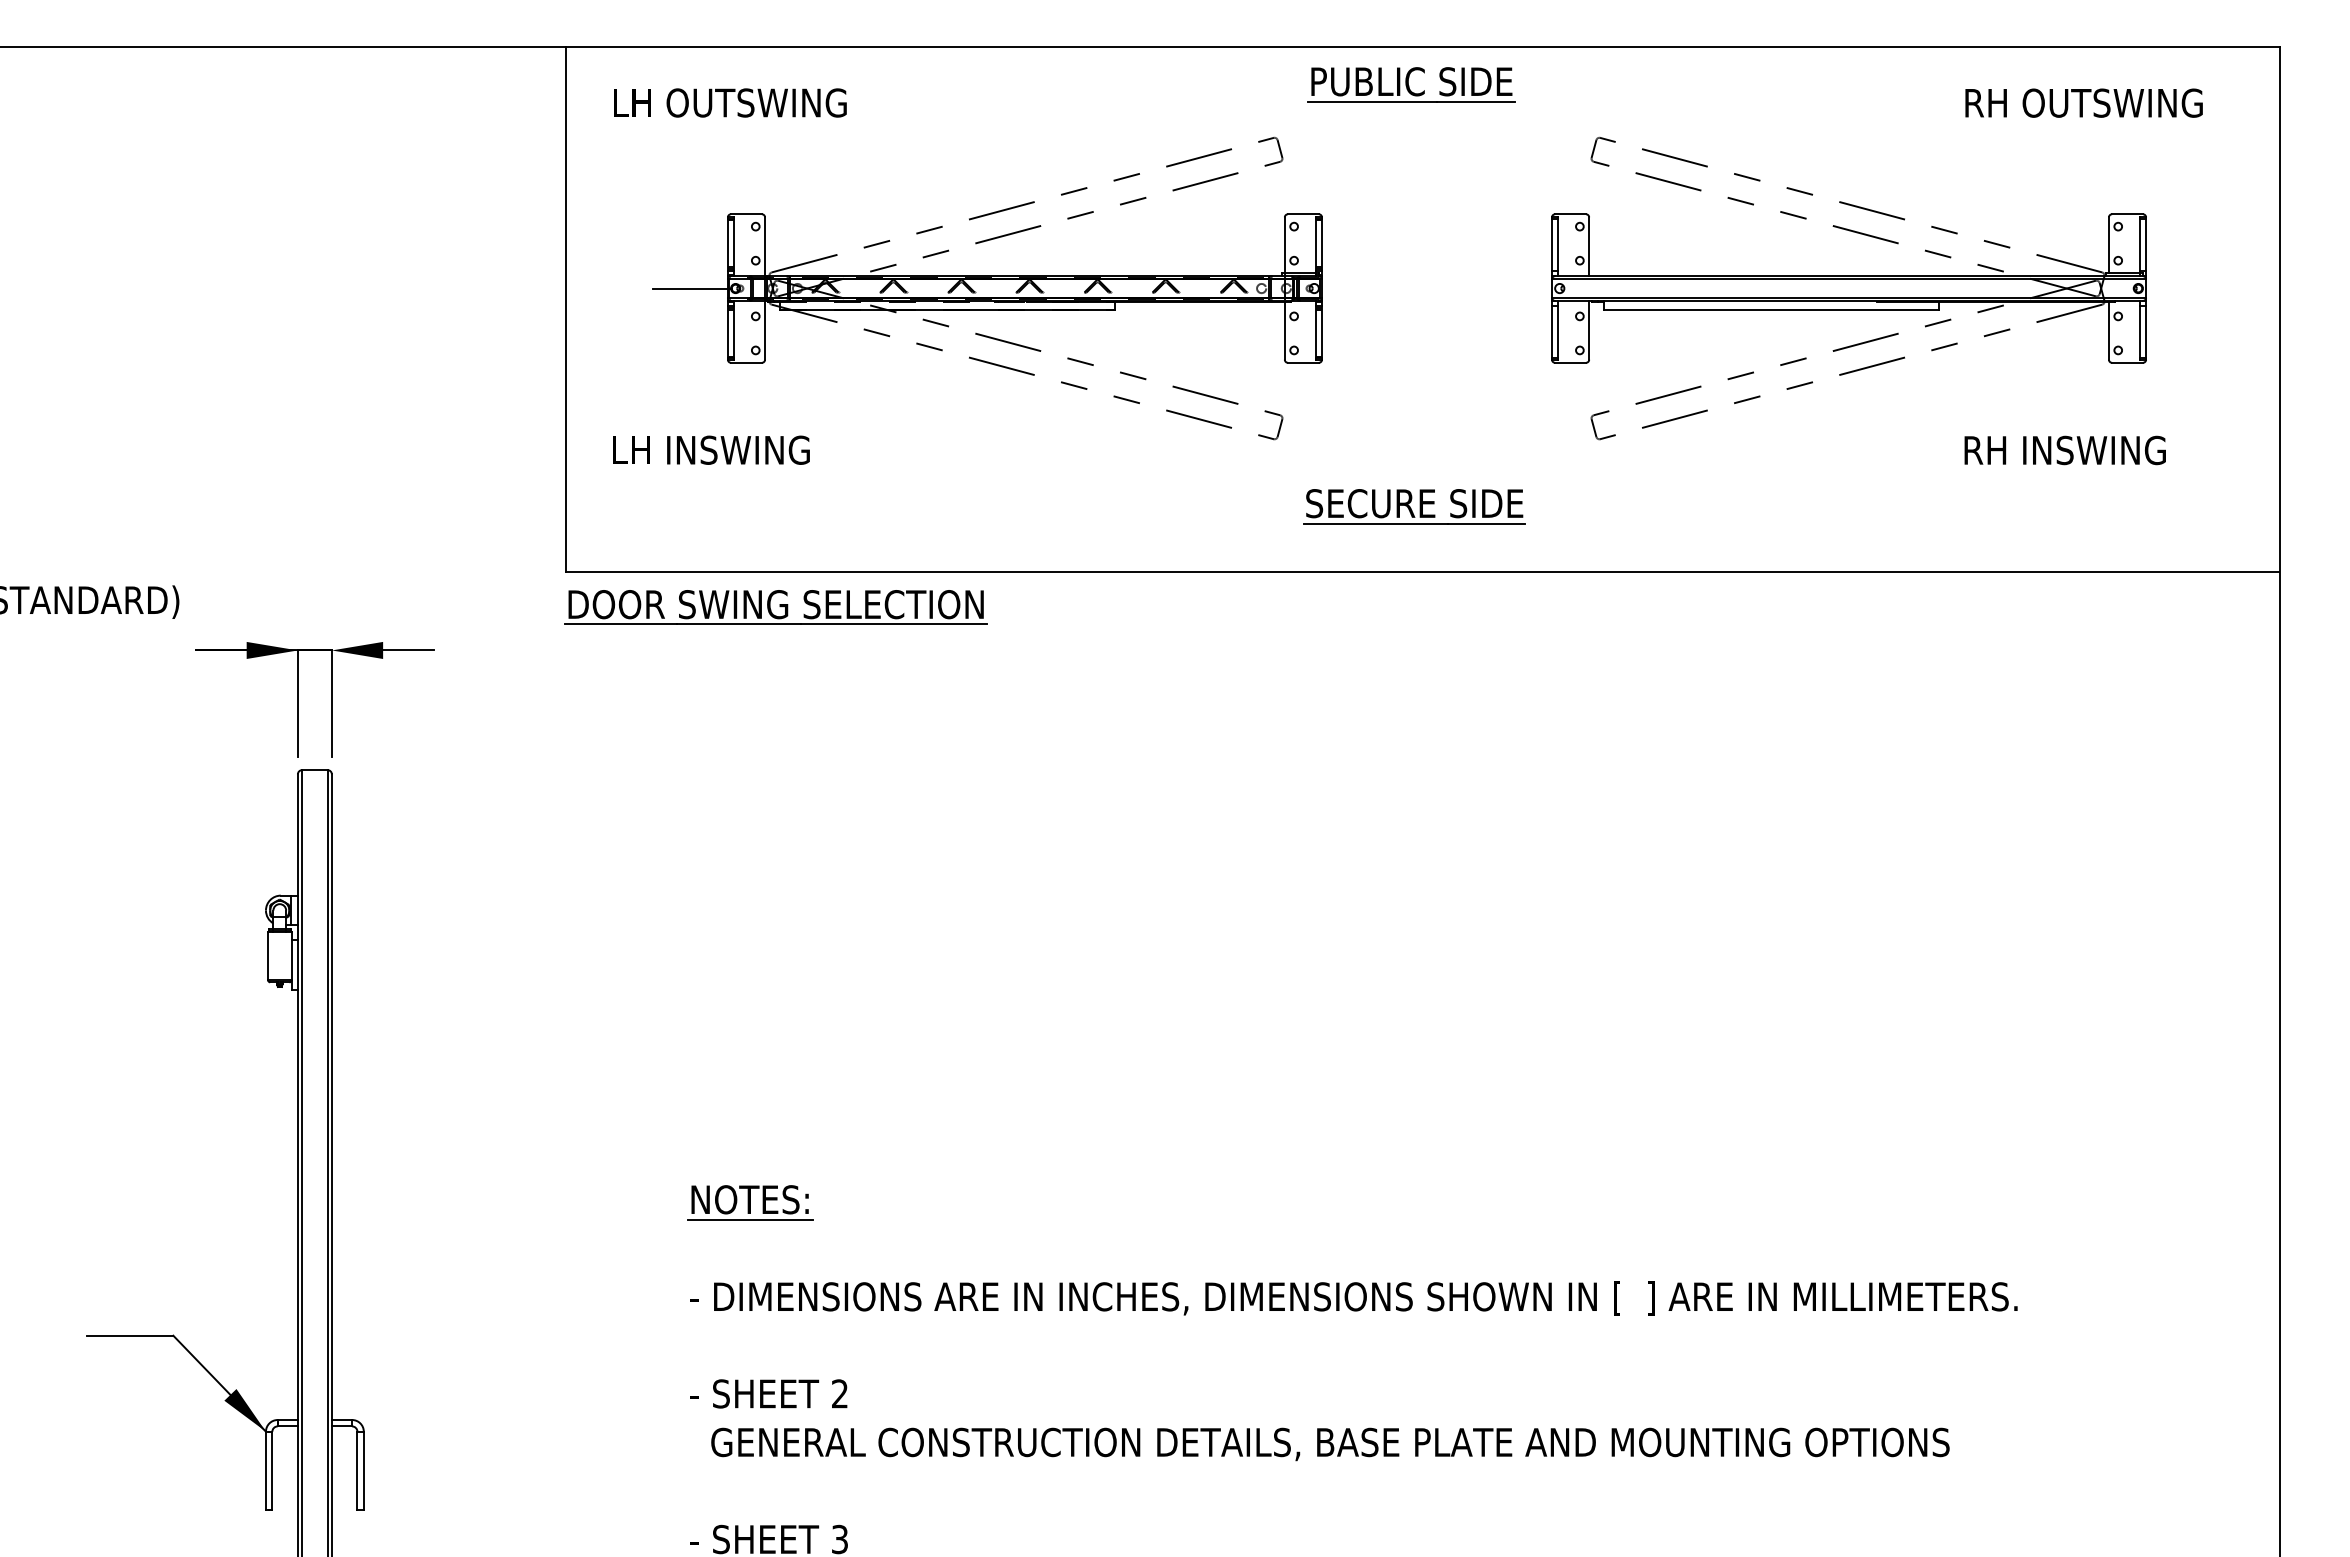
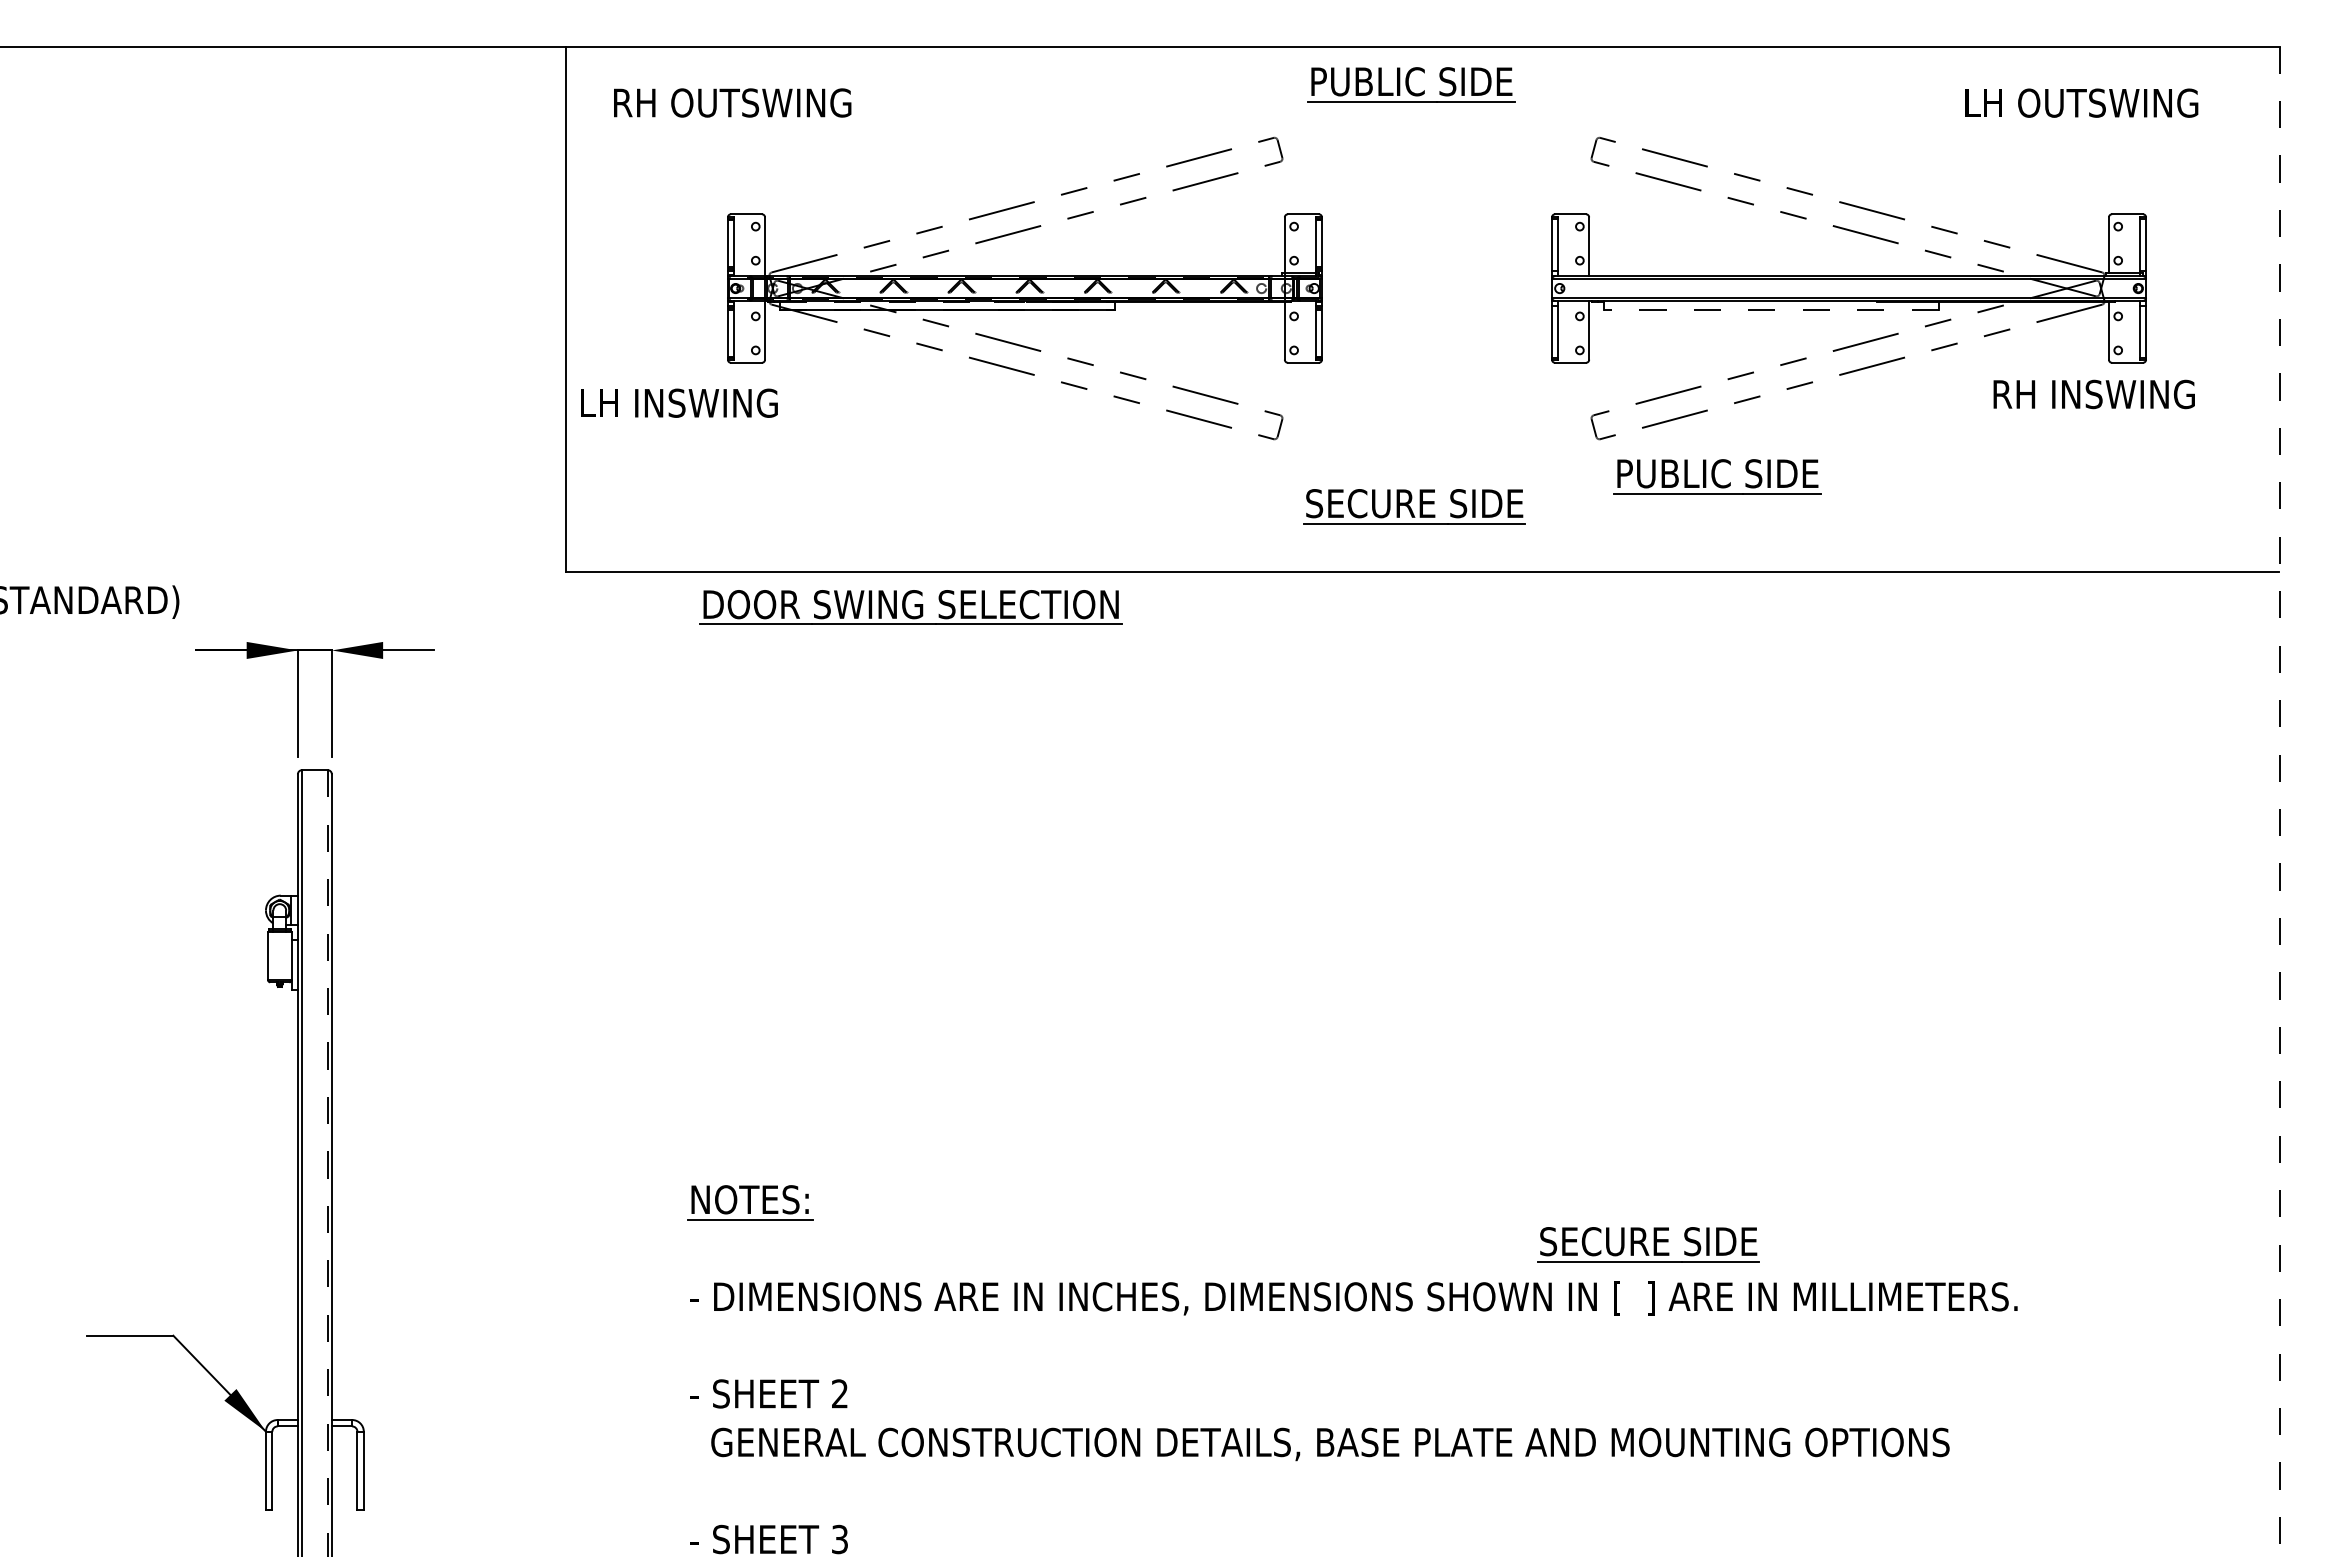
text at (732, 102): LH OUTSWING -> RH OUTSWING
text at (2083, 102): RH OUTSWING -> LH OUTSWING
line at (691, 288): present -> none
line at (1770, 310): solid -> dashed
text at (711, 449) position: (711, 449) -> (679, 402)
text at (2064, 450) position: (2064, 450) -> (2093, 394)
part at (1717, 476): none -> present
part at (775, 607) position: (775, 607) -> (910, 607)
line at (2279, 801): solid -> dashed
line at (327, 1163): solid -> dashed
part at (1648, 1244): none -> present
